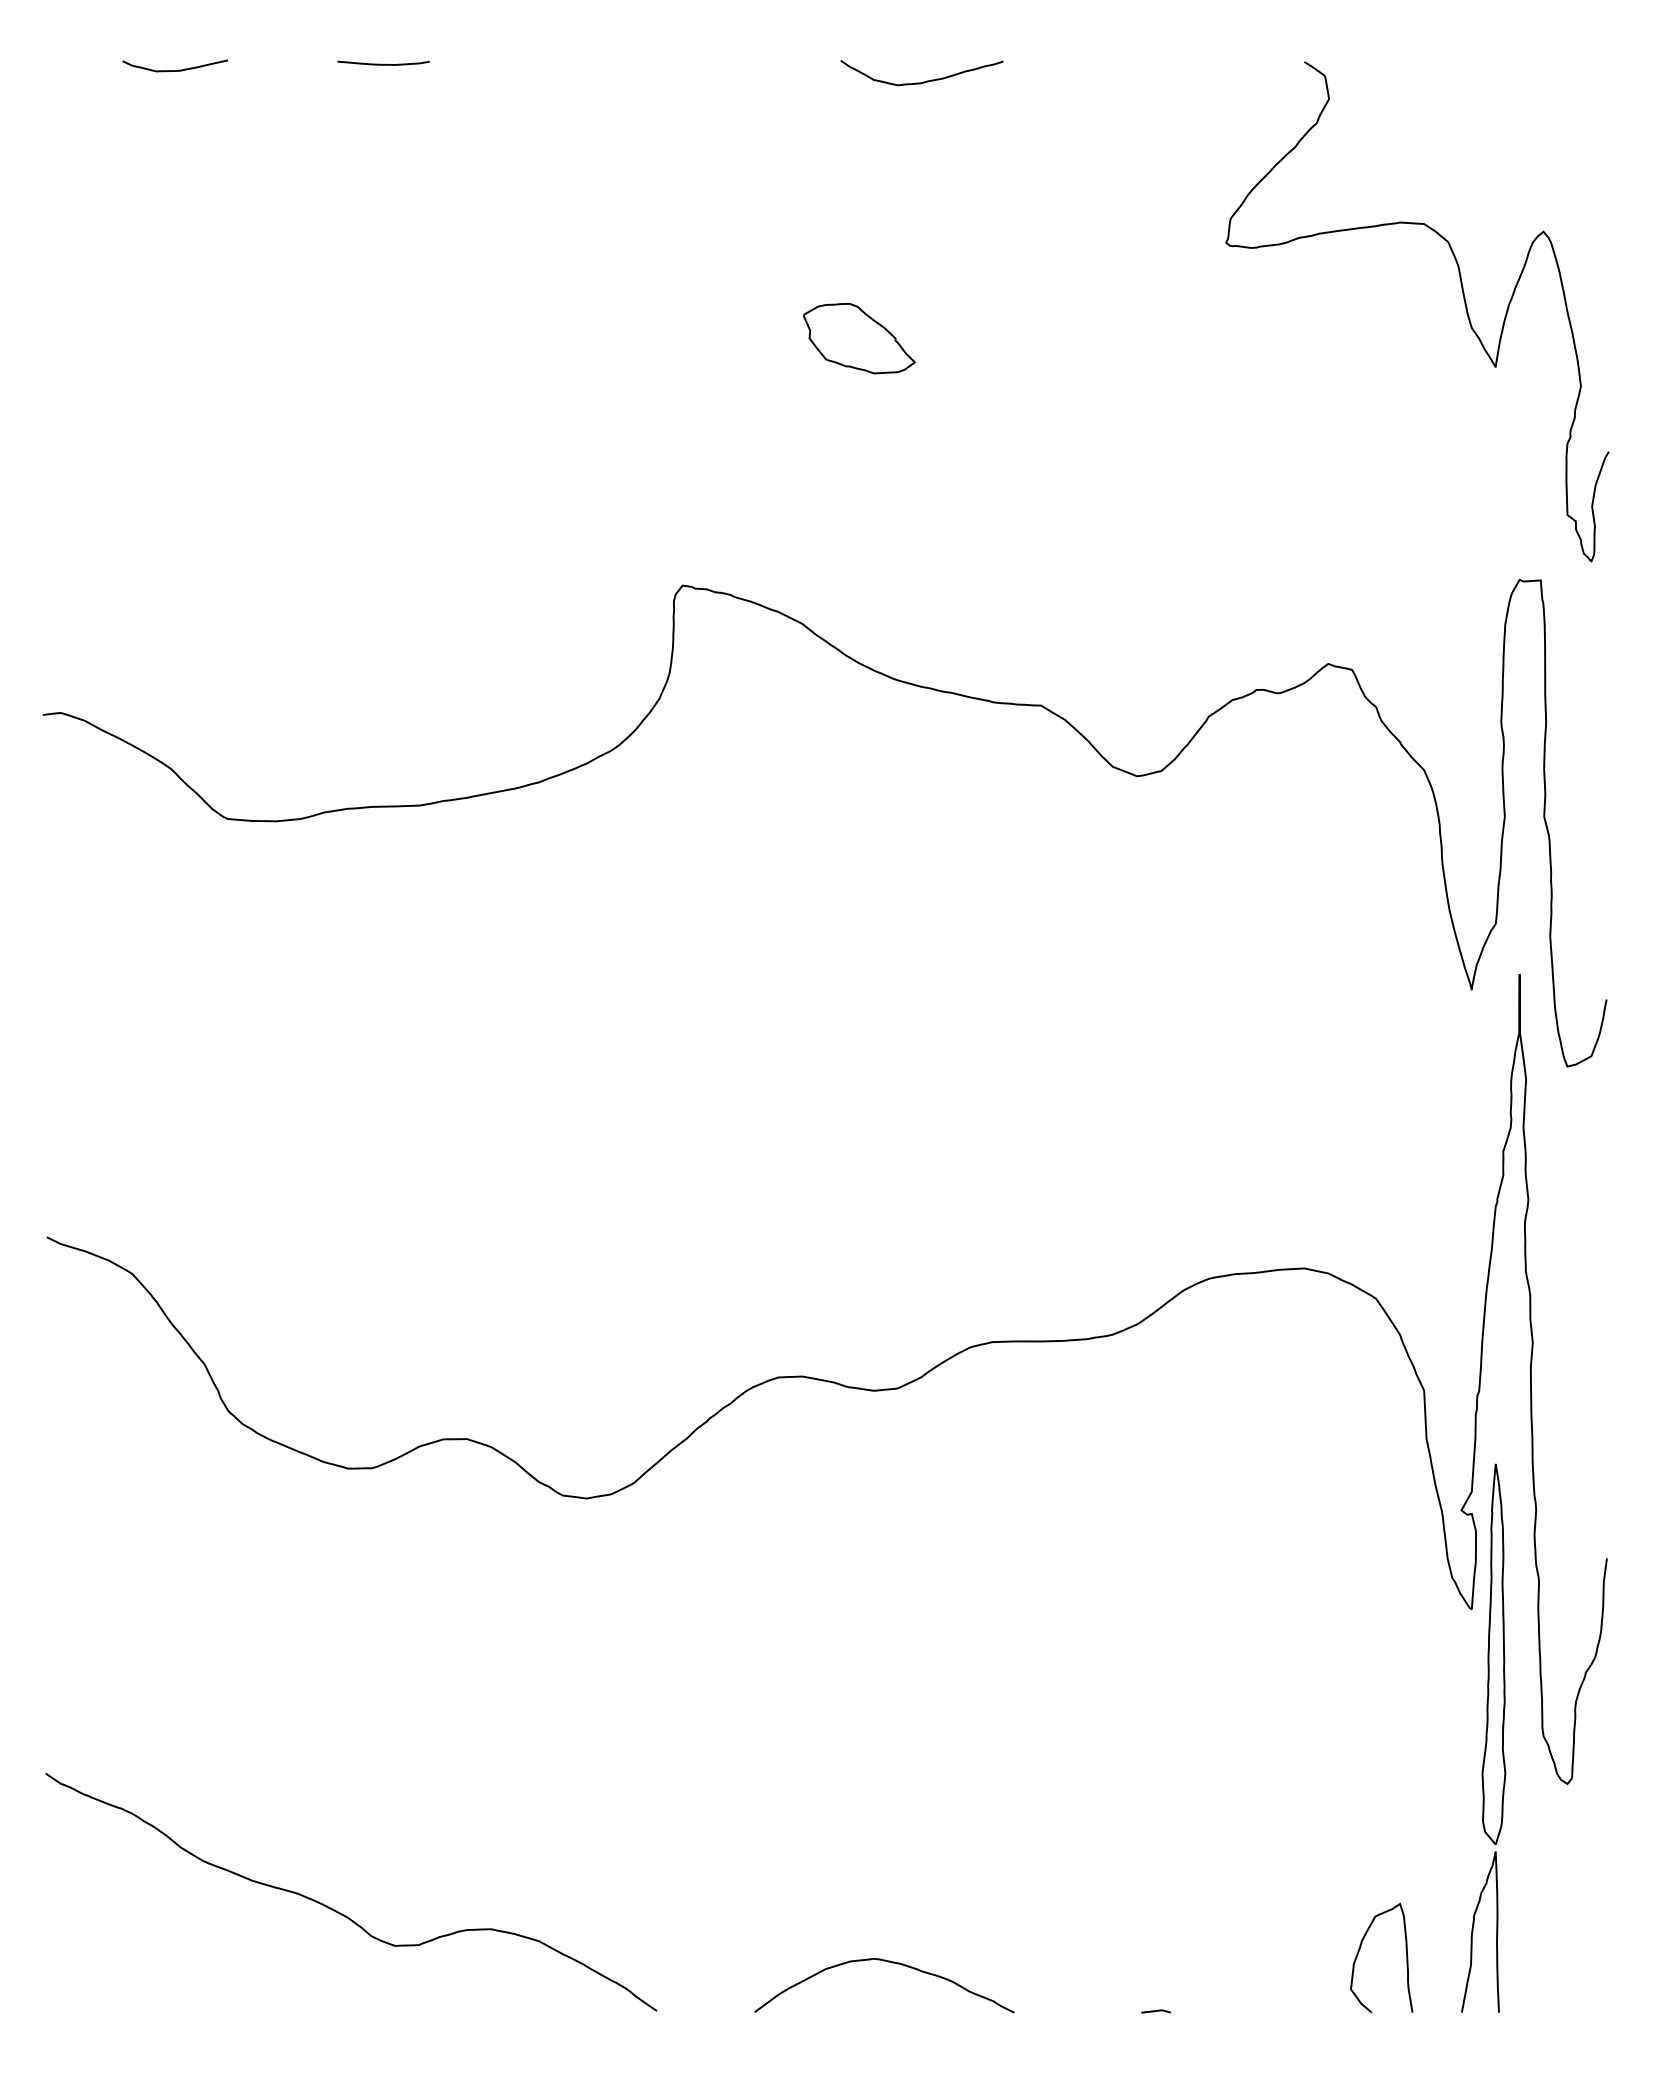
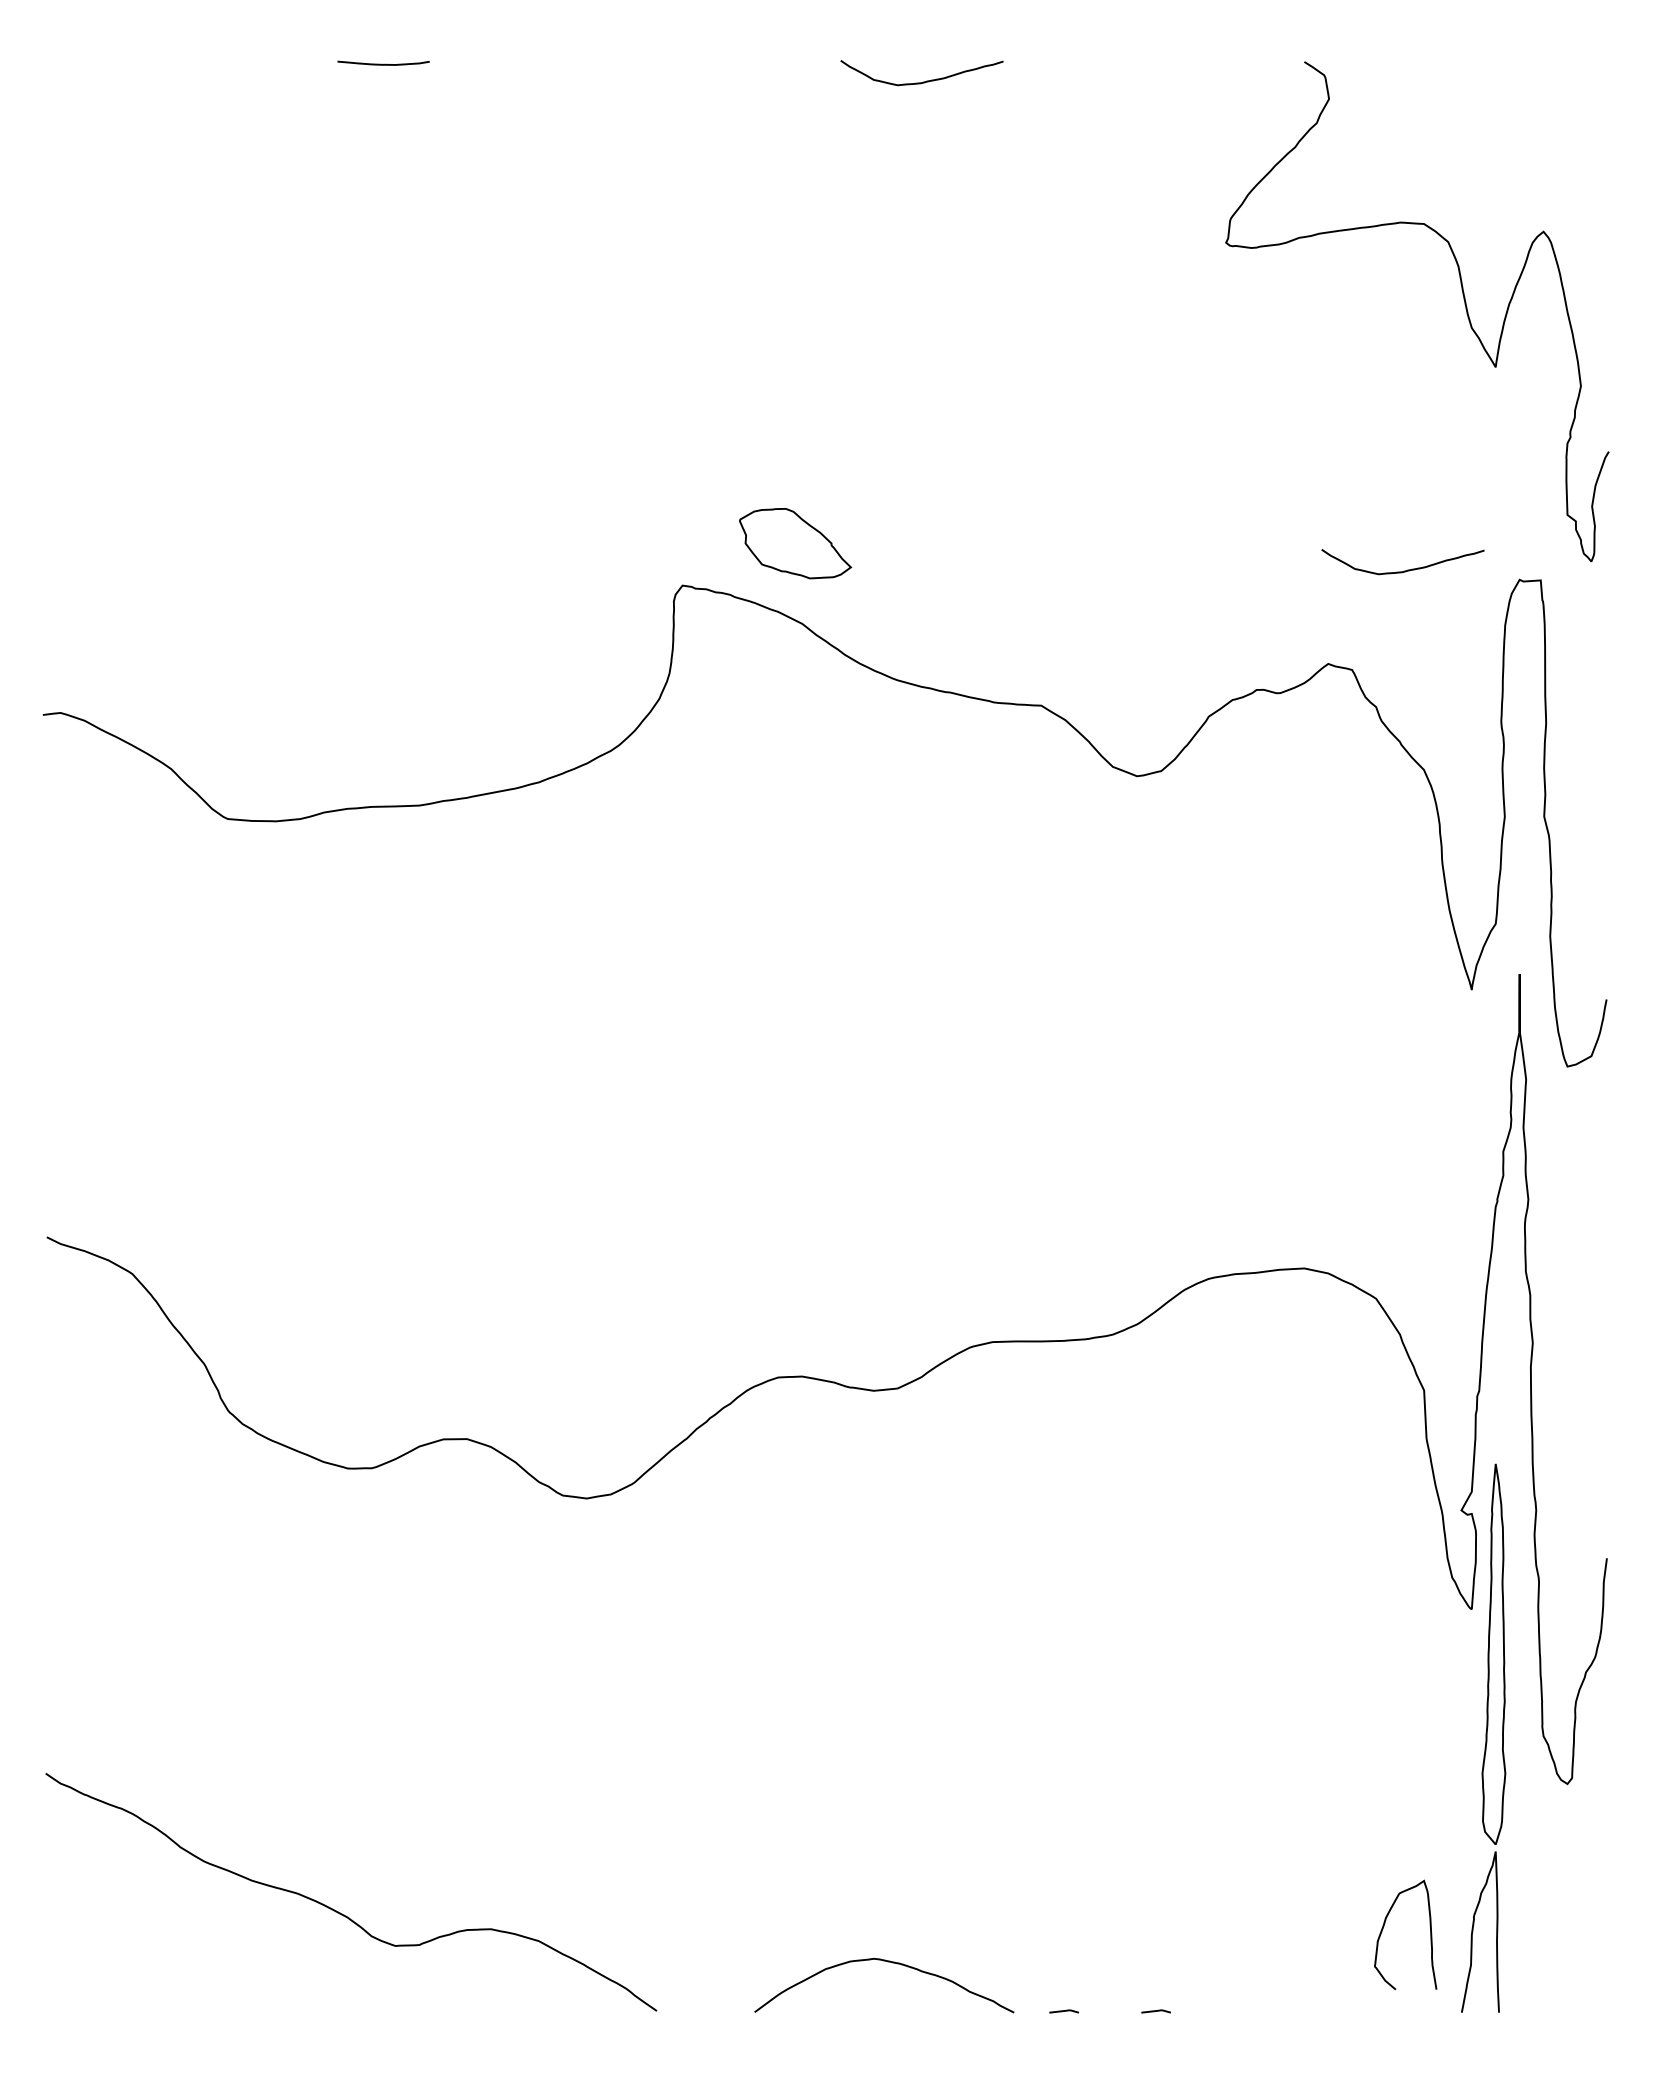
curve at (175, 70): present -> none
part at (859, 338) position: (859, 338) -> (795, 543)
curve at (1404, 570): none -> present
curve at (1360, 1949) position: (1360, 1949) -> (1384, 1926)
line at (1063, 2011): none -> present
